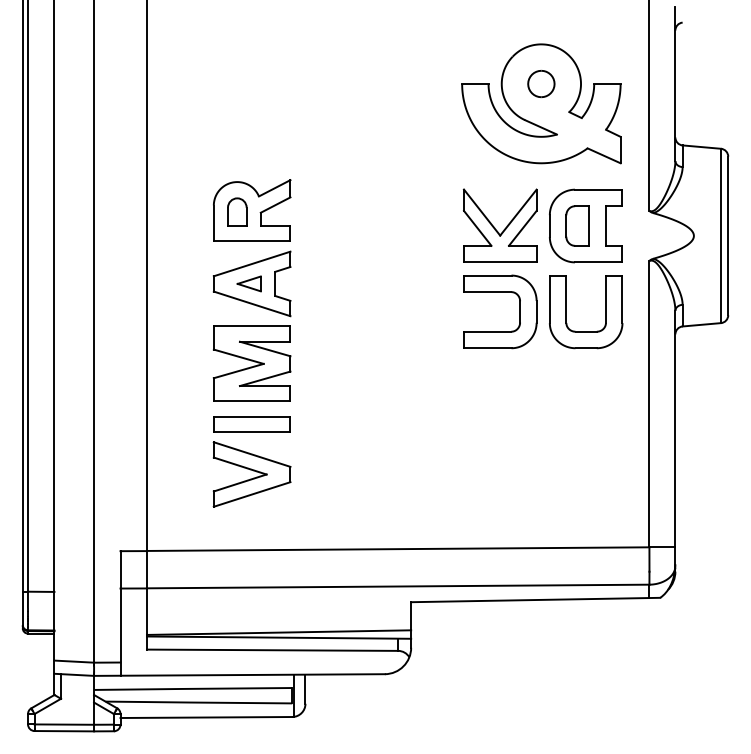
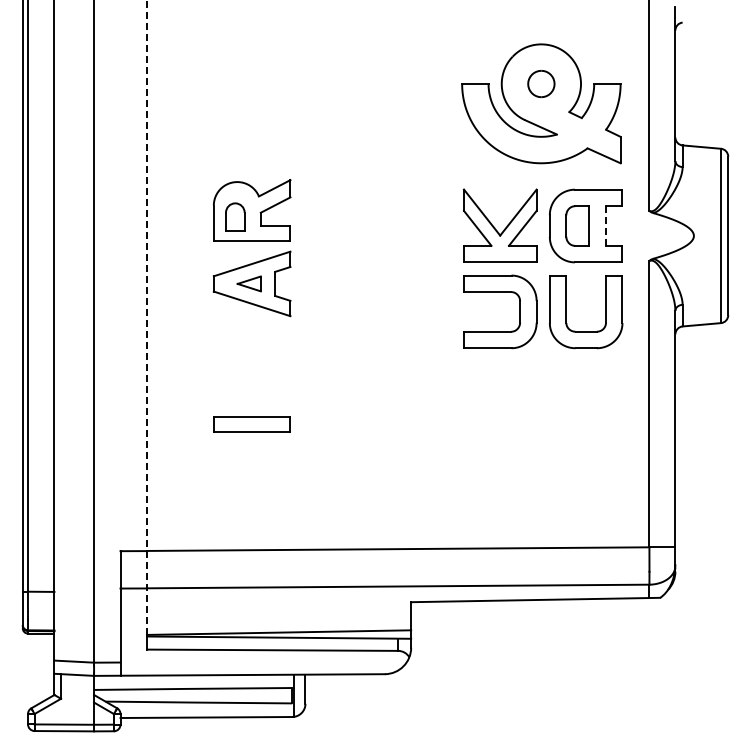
part at (237, 211) position: (237, 211) -> (235, 216)
line at (605, 226): solid -> dashed
line at (146, 316): solid -> dashed
part at (251, 363): present -> none
part at (251, 474): present -> none
